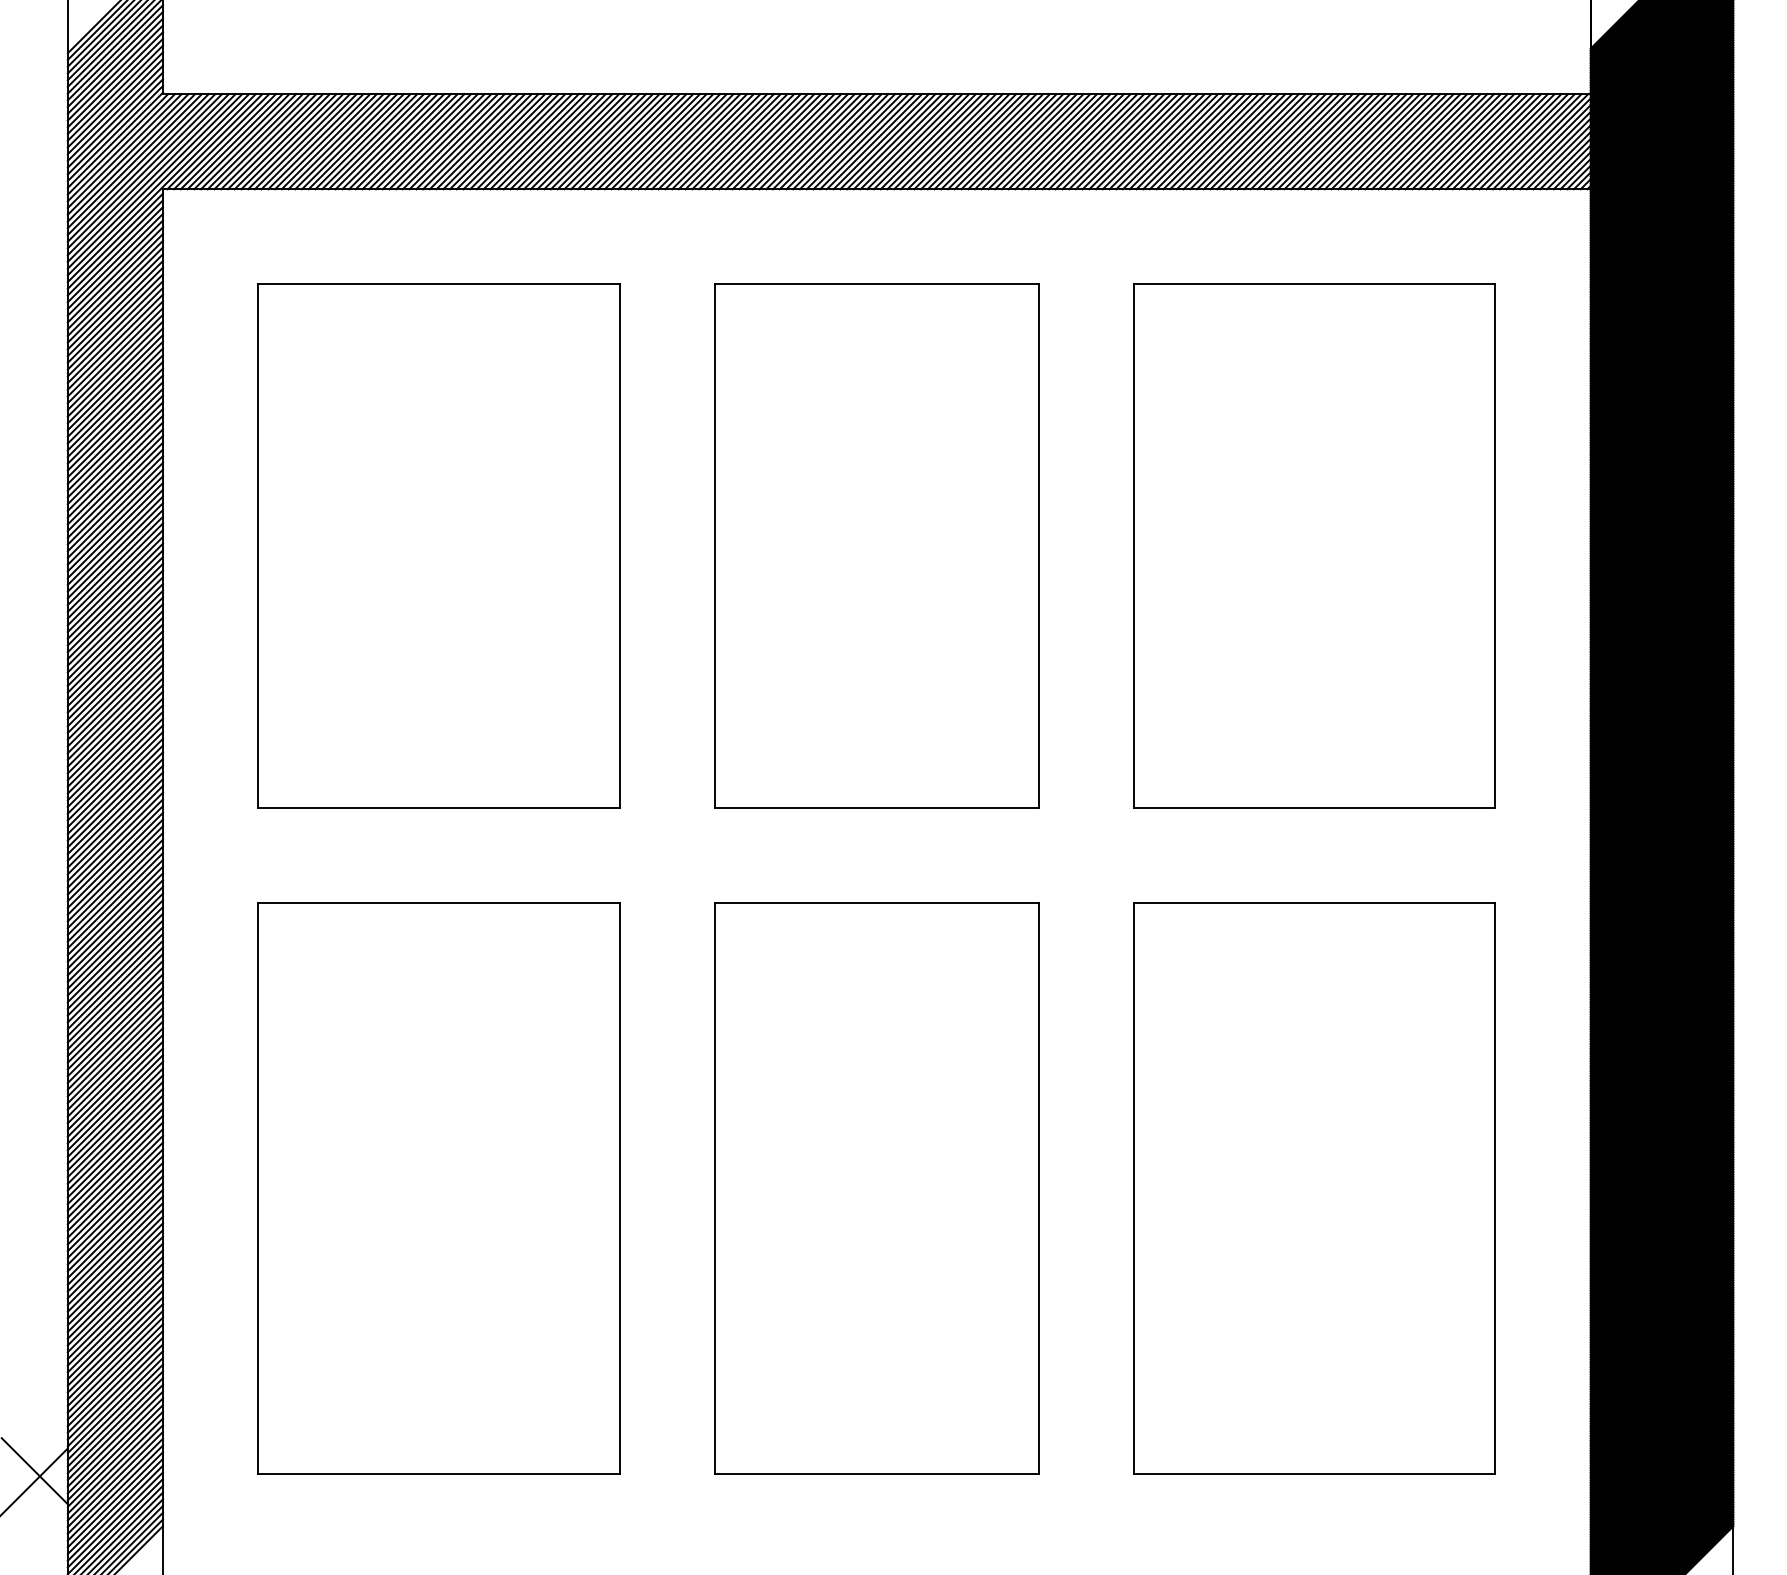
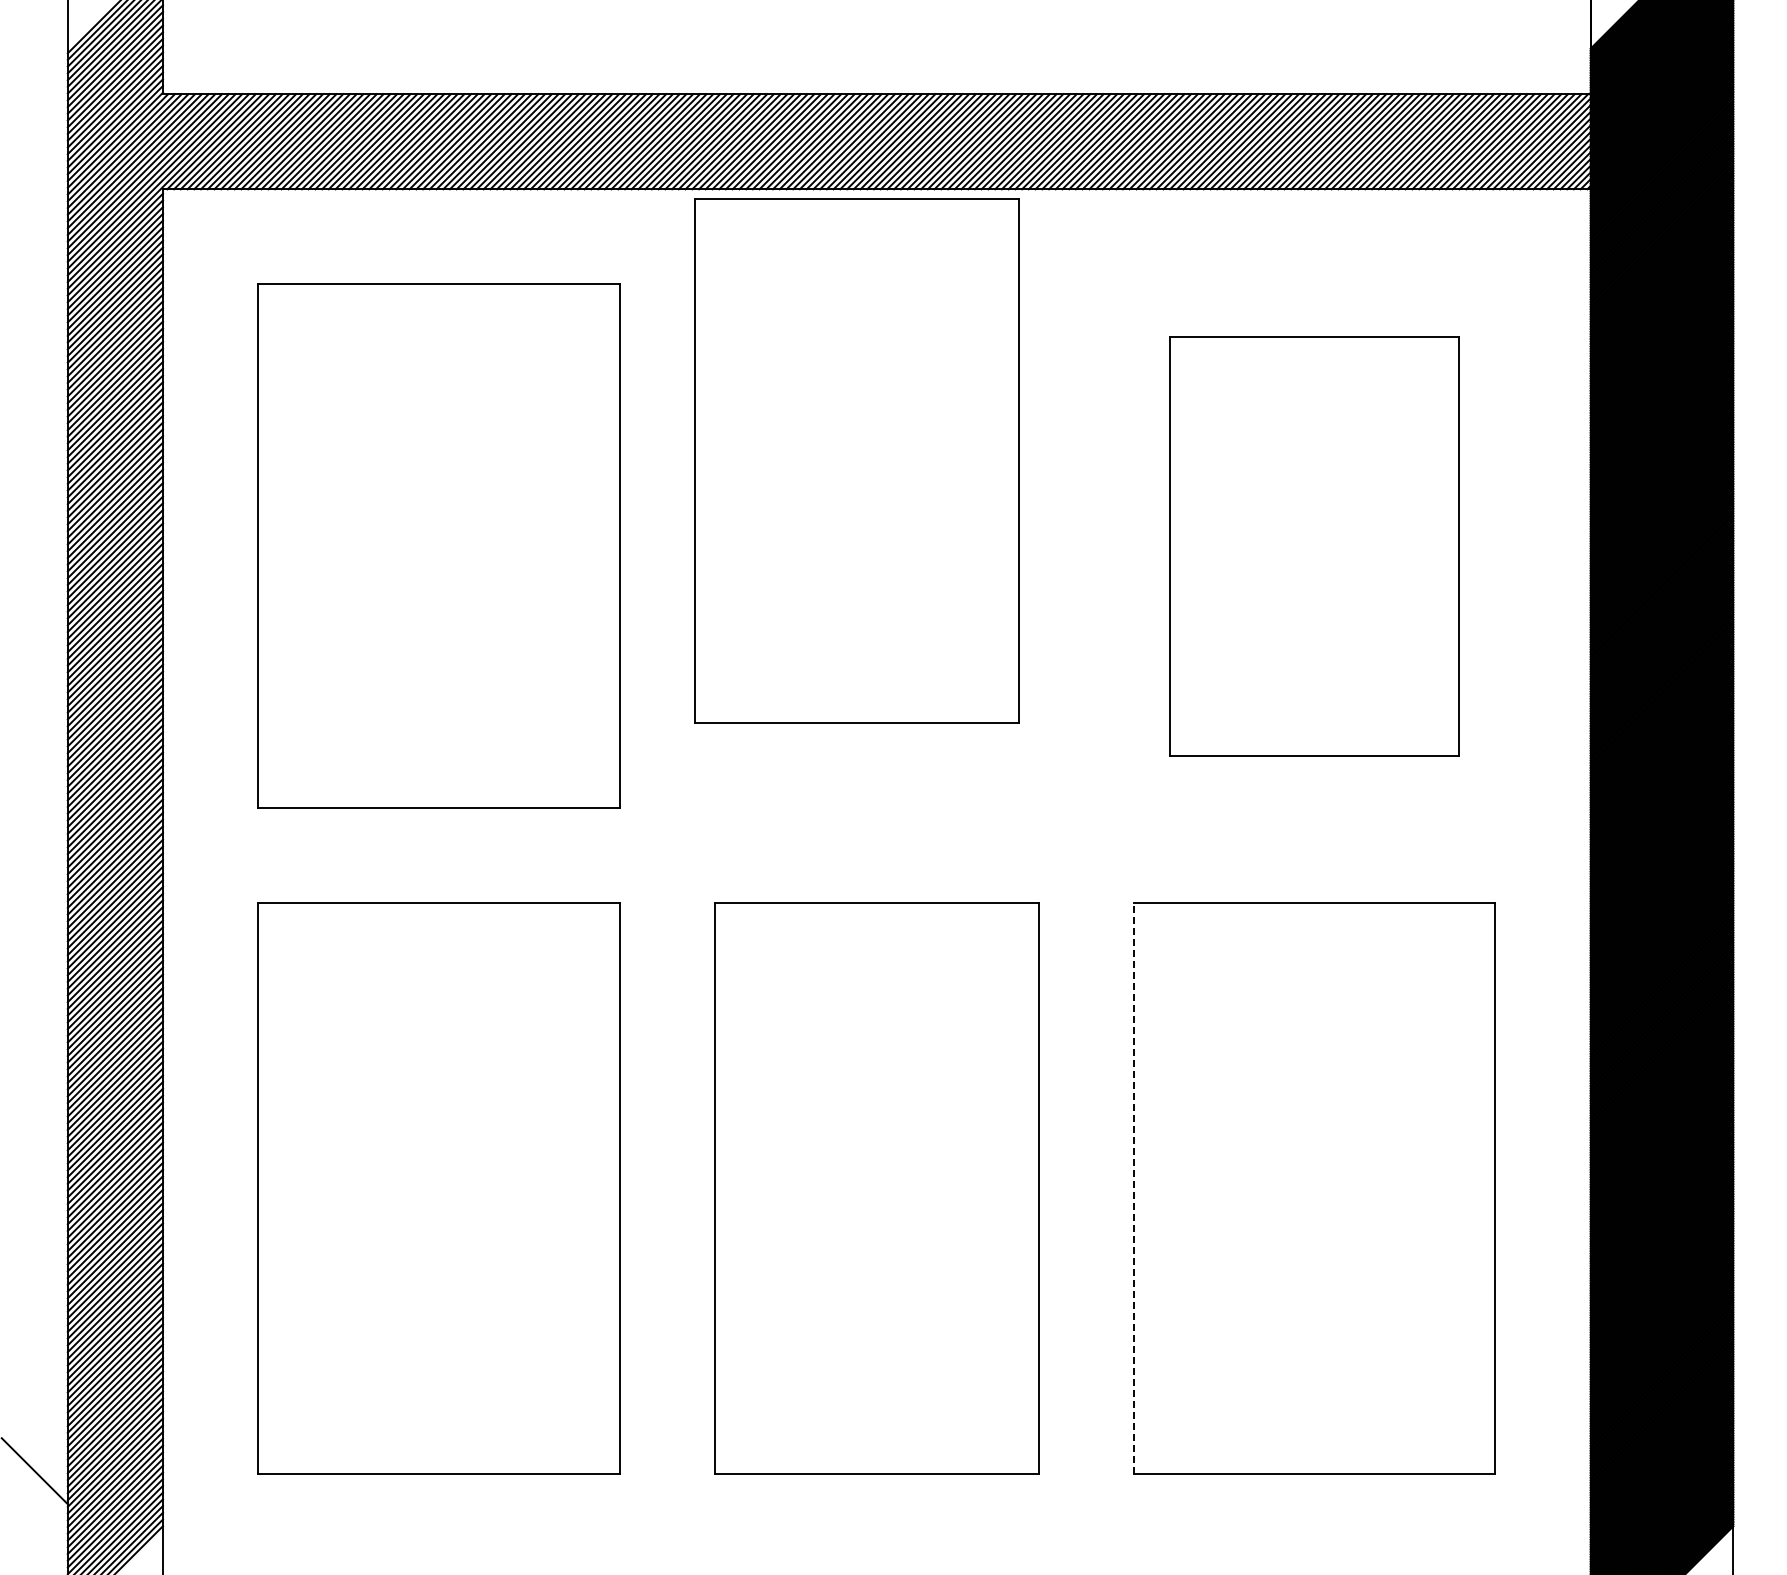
part at (876, 545) position: (876, 545) -> (856, 460)
part at (1314, 545) size: 363x526 px -> 291x421 px
line at (1133, 1188): solid -> dashed
line at (34, 1480): present -> none
